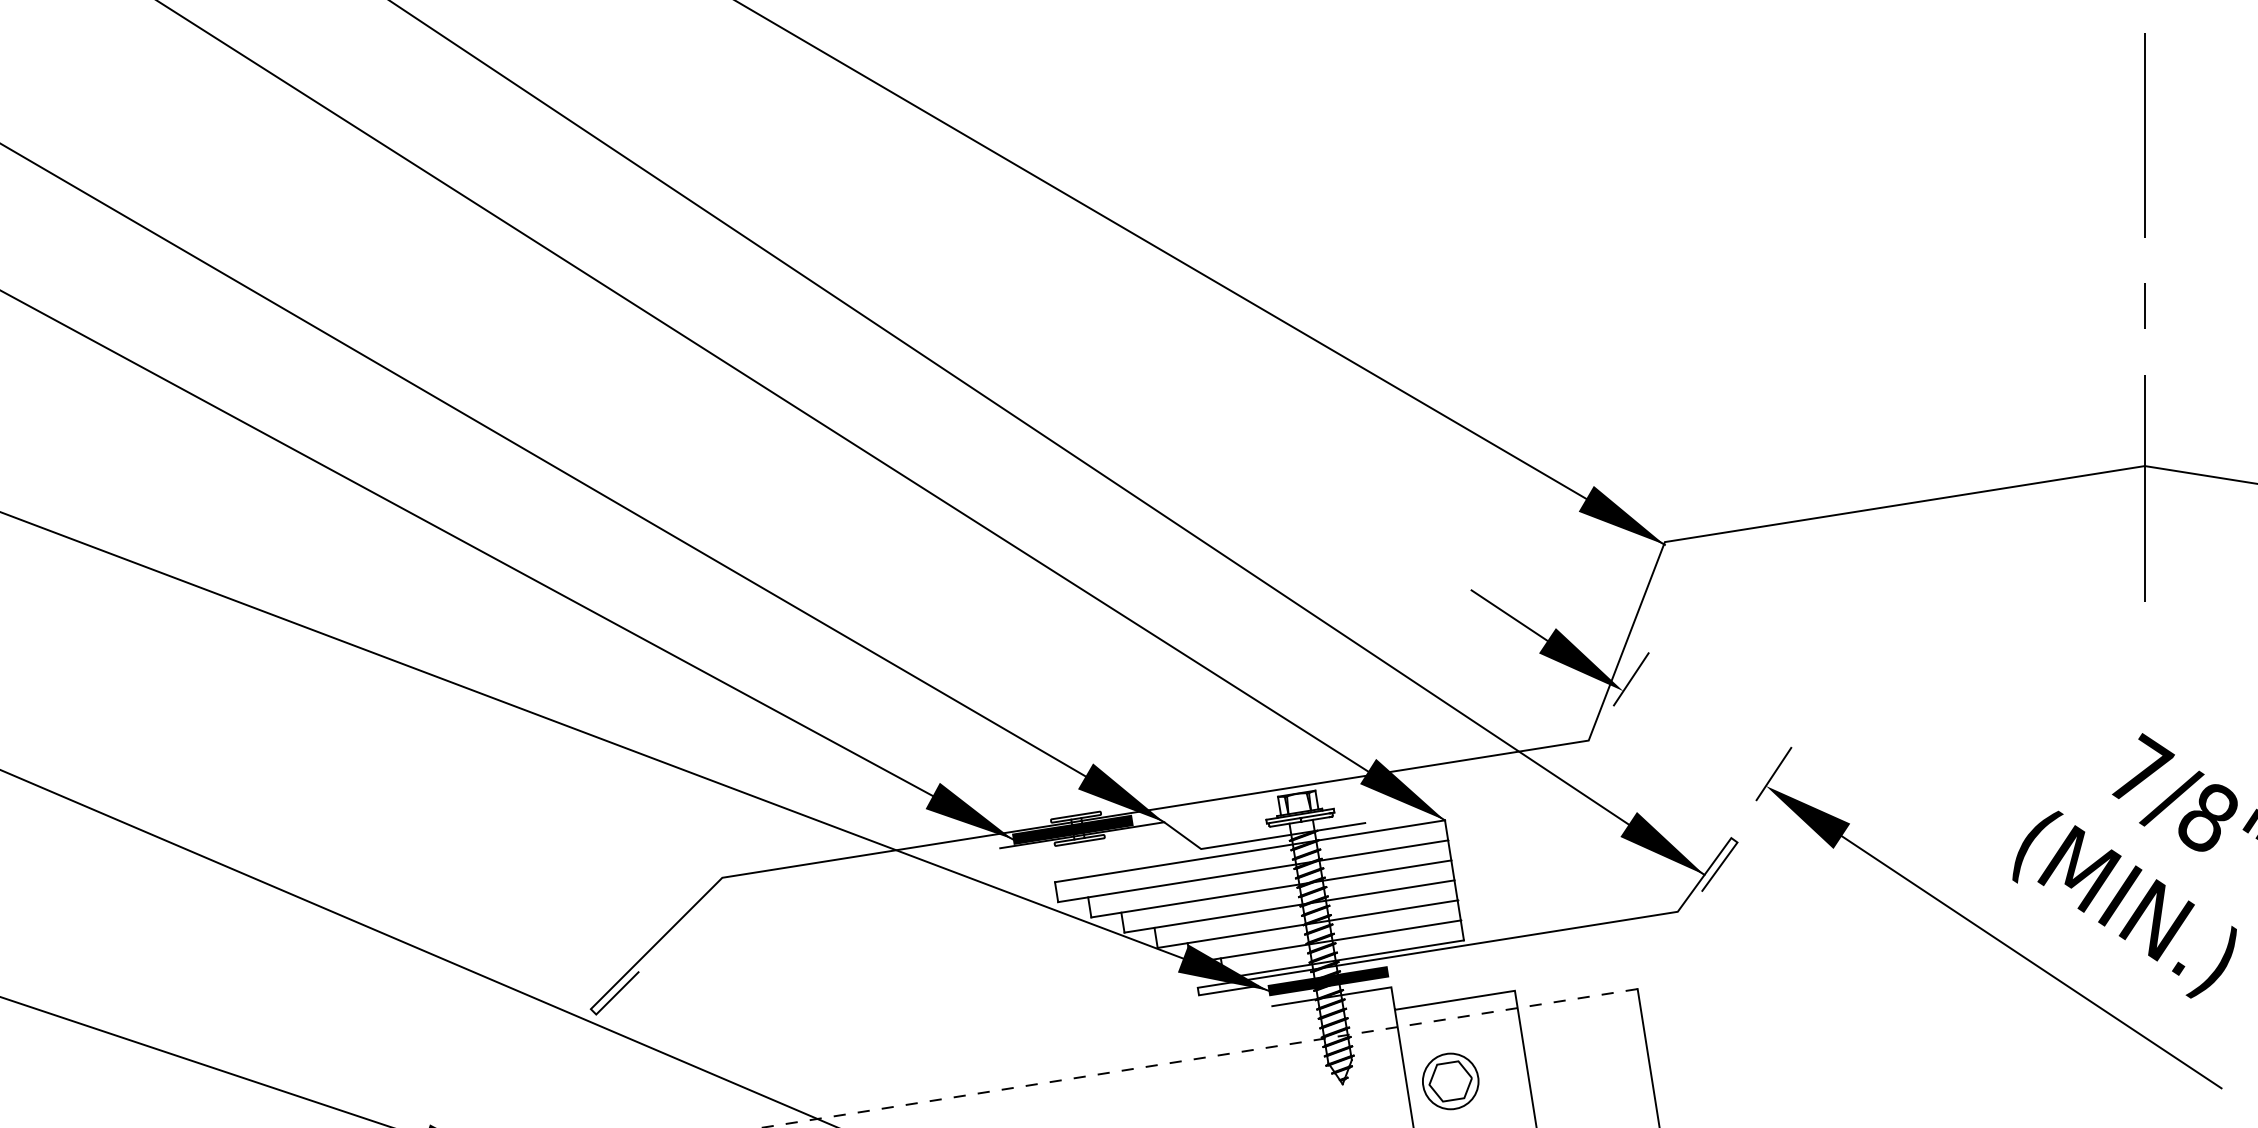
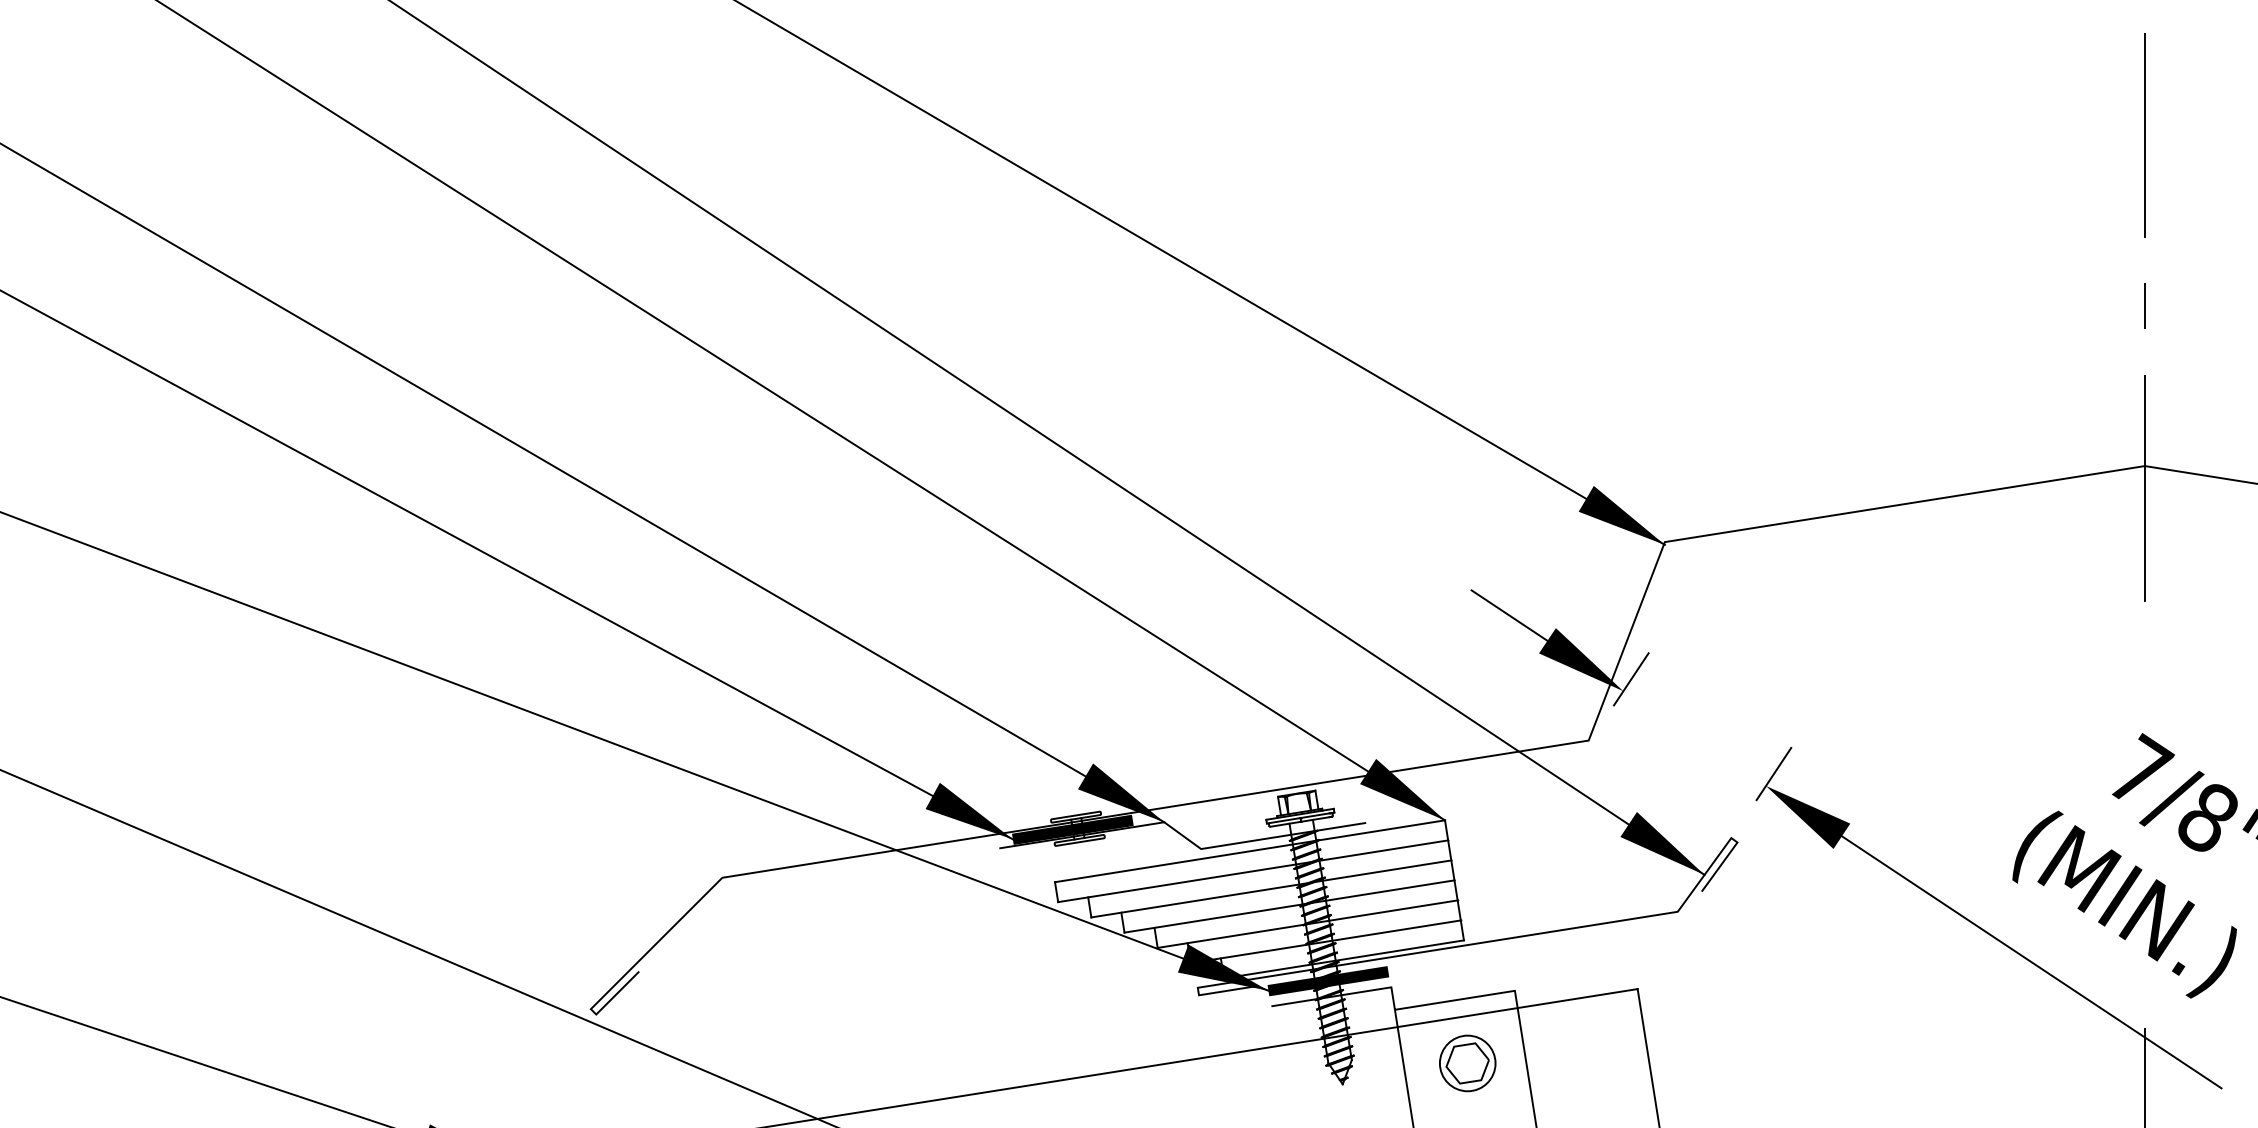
line at (1199, 1058): dashed -> solid
line at (2144, 1075): none -> present
part at (1450, 1081) position: (1450, 1081) -> (1467, 1063)
